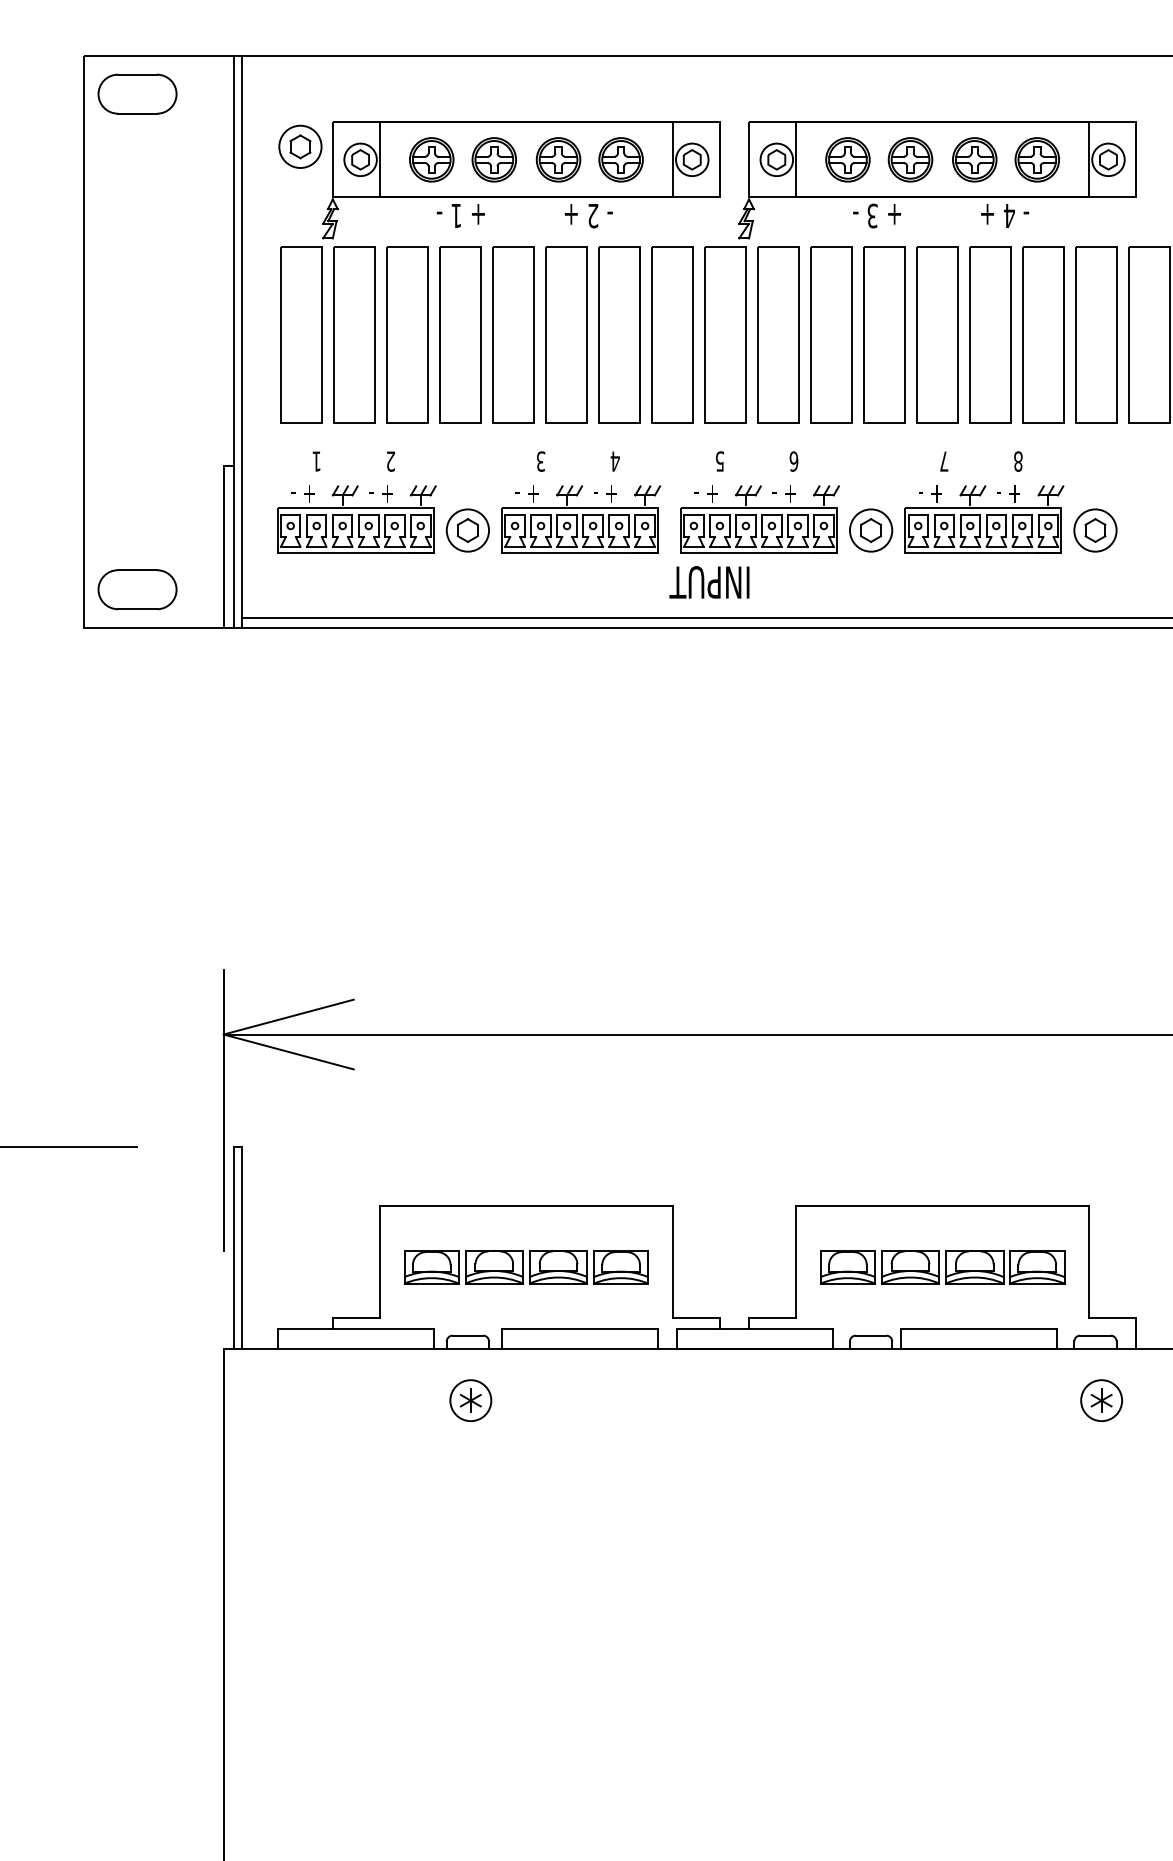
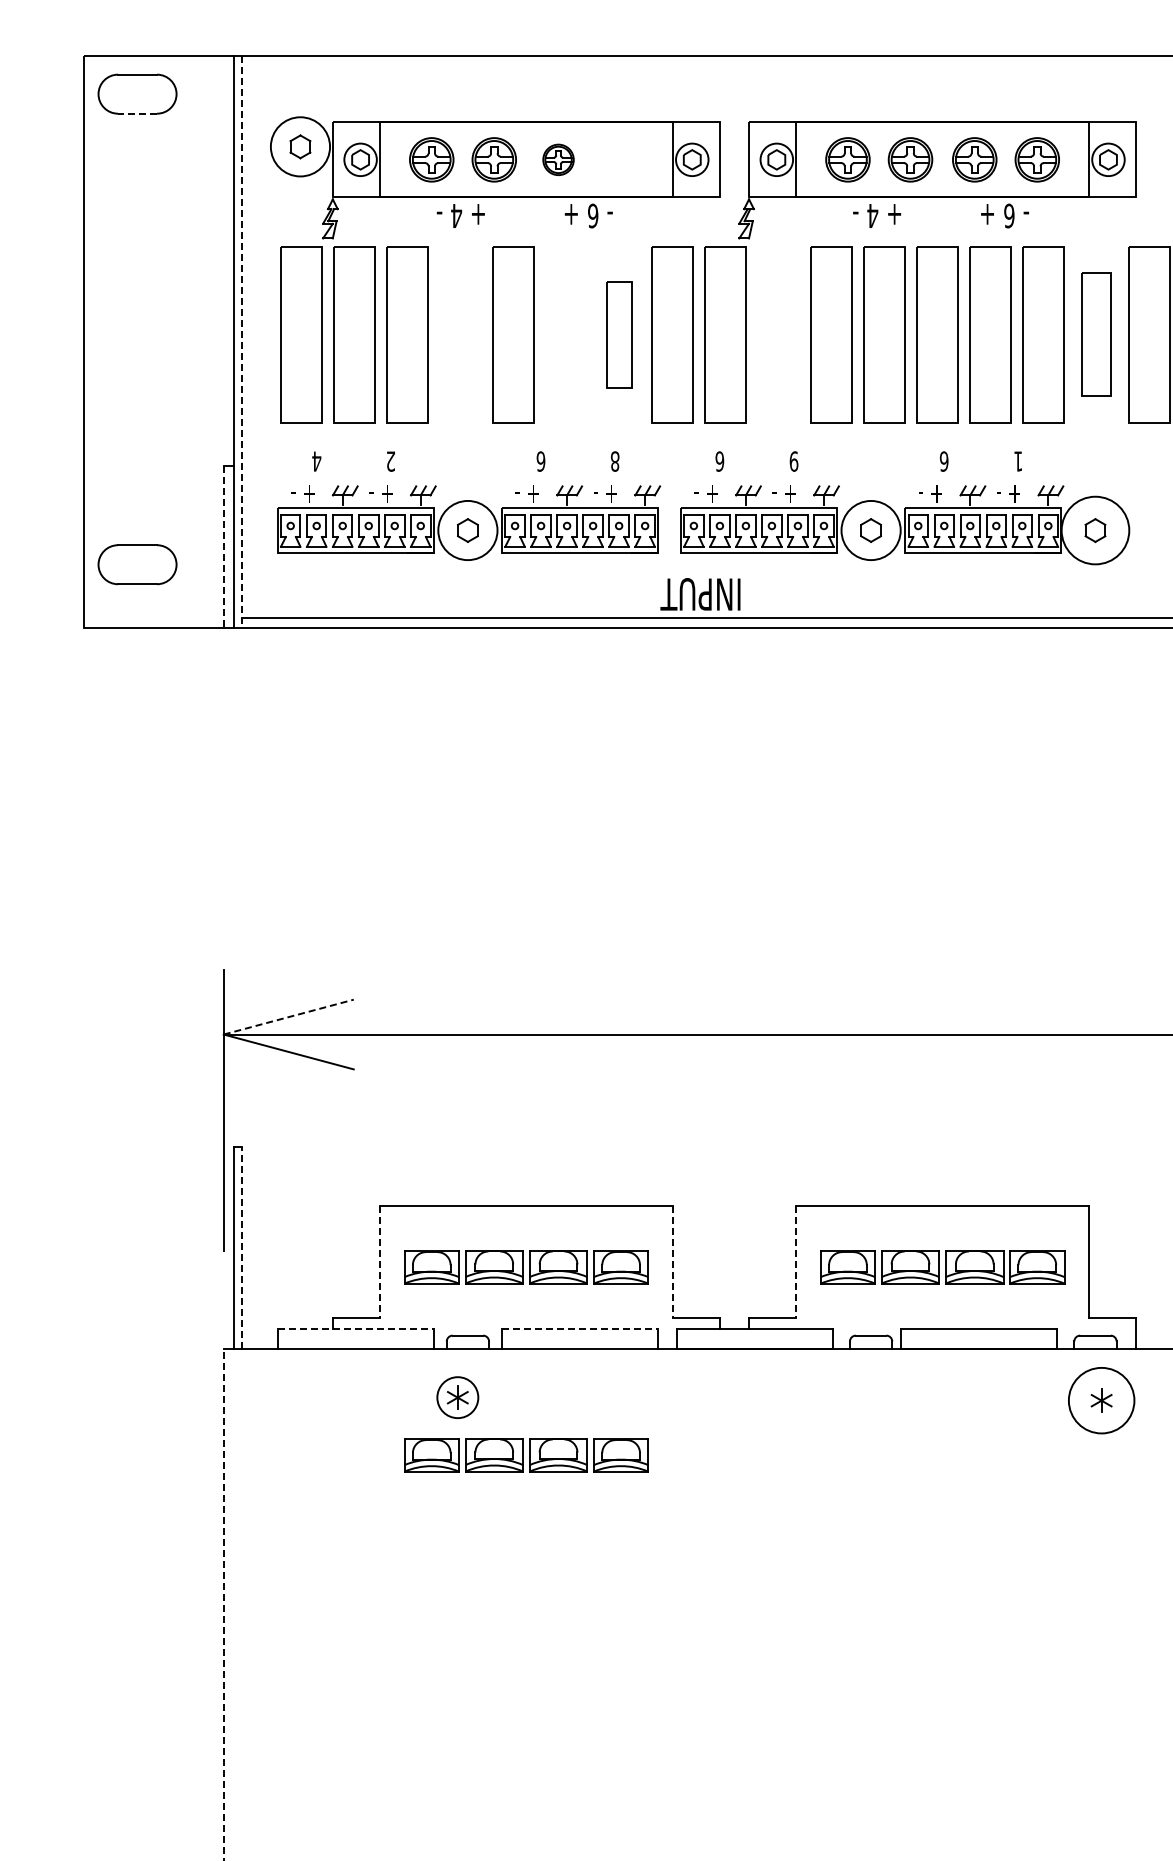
line at (137, 113): solid -> dashed
circle at (300, 146) diameter: 42 px -> 59 px
part at (558, 159) size: 47x46 px -> 33x33 px
part at (620, 159): present -> none
text at (456, 215): 1 -> 4
text at (593, 215): 2 -> 6
text at (872, 215): 3 -> 4
text at (1009, 215): 4 -> 6
part at (460, 334): present -> none
part at (566, 334): present -> none
part at (619, 334) size: 43x178 px -> 27x108 px
part at (778, 334): present -> none
part at (1096, 334) size: 43x178 px -> 31x125 px
line at (241, 342): solid -> dashed
text at (316, 461): 1 -> 4
text at (540, 461): 3 -> 6
text at (614, 461): 4 -> 8
text at (719, 461): 5 -> 6
text at (793, 461): 6 -> 9
text at (943, 461): 7 -> 6
text at (1018, 461): 8 -> 1
circle at (467, 530) diameter: 42 px -> 59 px
circle at (870, 530) diameter: 42 px -> 59 px
circle at (1095, 530) diameter: 42 px -> 68 px
line at (223, 547): solid -> dashed
text at (709, 582) position: (709, 582) -> (700, 594)
part at (137, 589) position: (137, 589) -> (137, 564)
line at (289, 1016): solid -> dashed
line at (69, 1147): present -> none
line at (241, 1247): solid -> dashed
line at (380, 1261): solid -> dashed
line at (672, 1261): solid -> dashed
line at (796, 1261): solid -> dashed
line at (356, 1329): solid -> dashed
line at (580, 1329): solid -> dashed
part at (470, 1400) position: (470, 1400) -> (457, 1397)
circle at (1101, 1400) diameter: 41 px -> 66 px
part at (526, 1455): none -> present
line at (223, 1604): solid -> dashed
